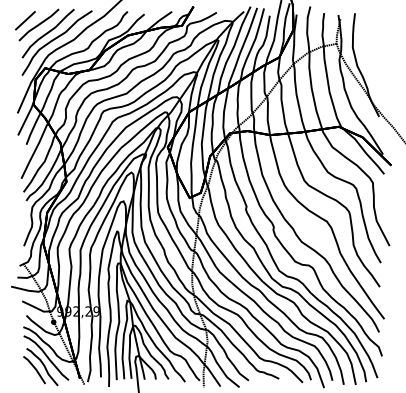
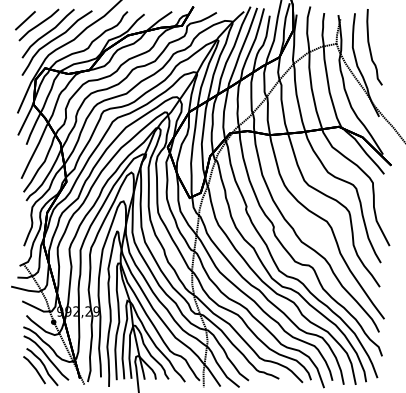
curve at (370, 47): none -> present
